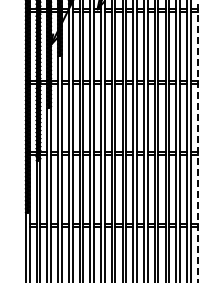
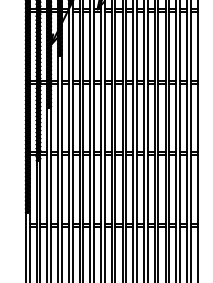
line at (197, 141): dashed -> solid
